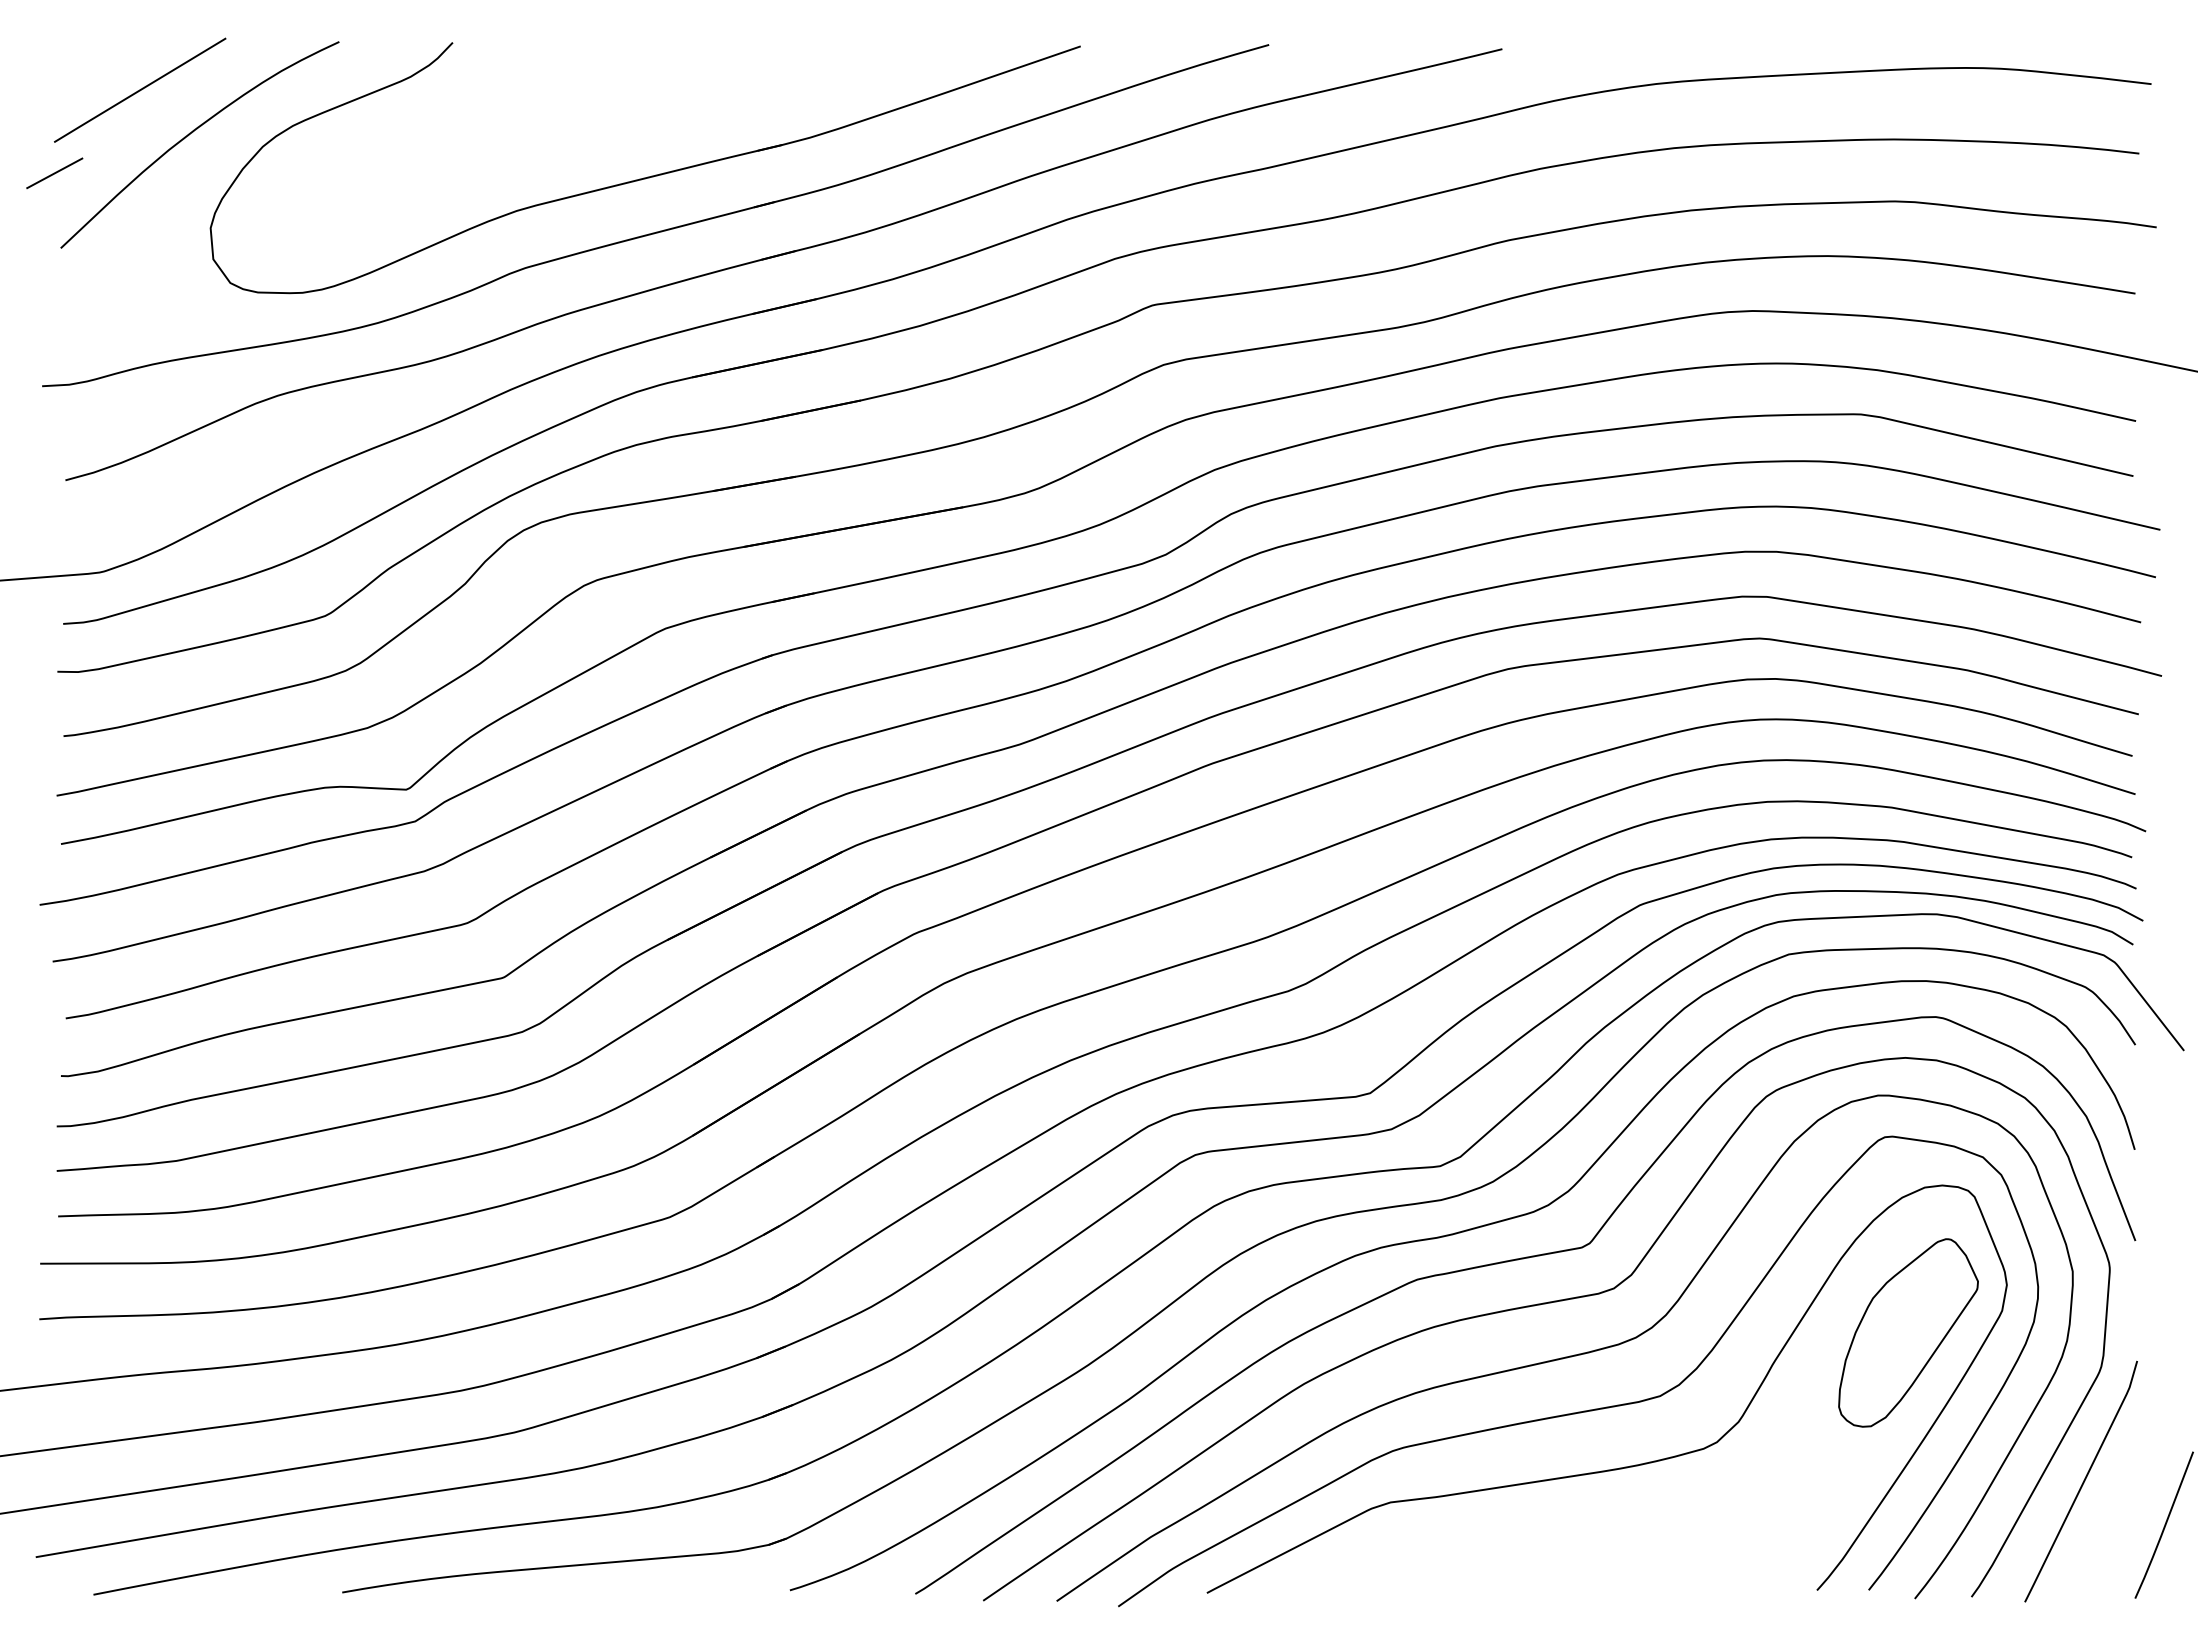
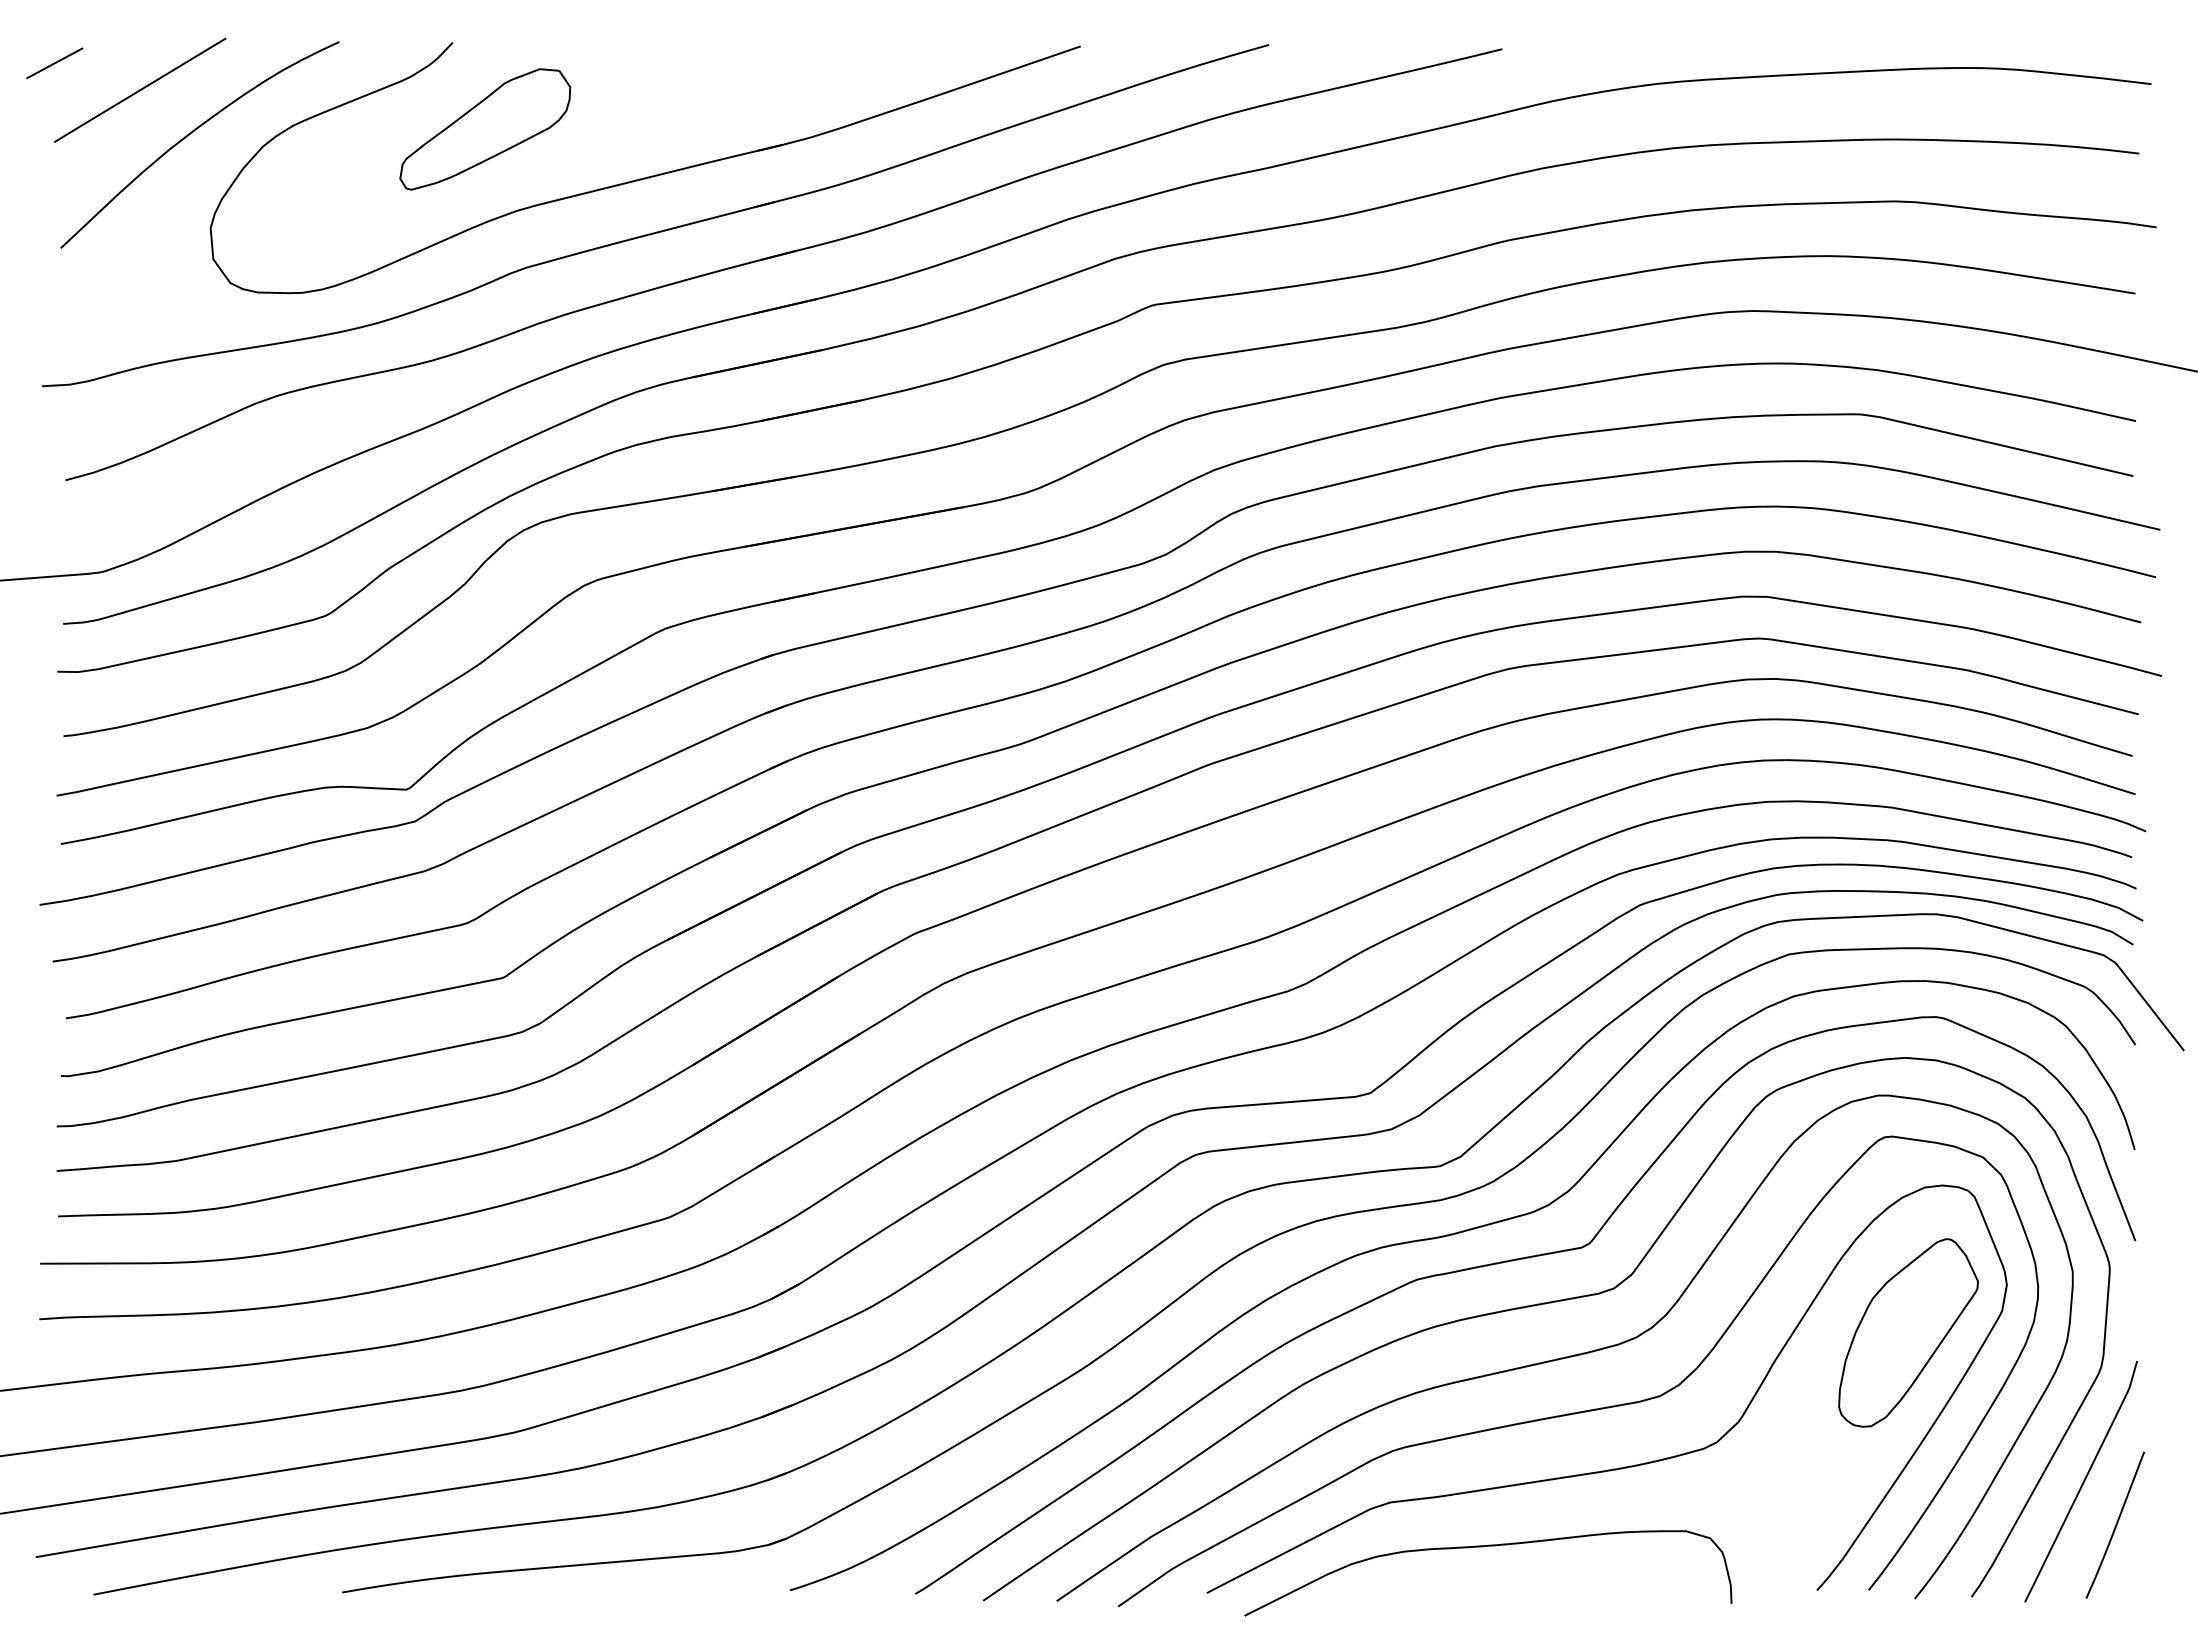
part at (485, 129): none -> present
line at (54, 172) position: (54, 172) -> (54, 62)
line at (2164, 1524) position: (2164, 1524) -> (2115, 1524)
curve at (1482, 1547): none -> present
